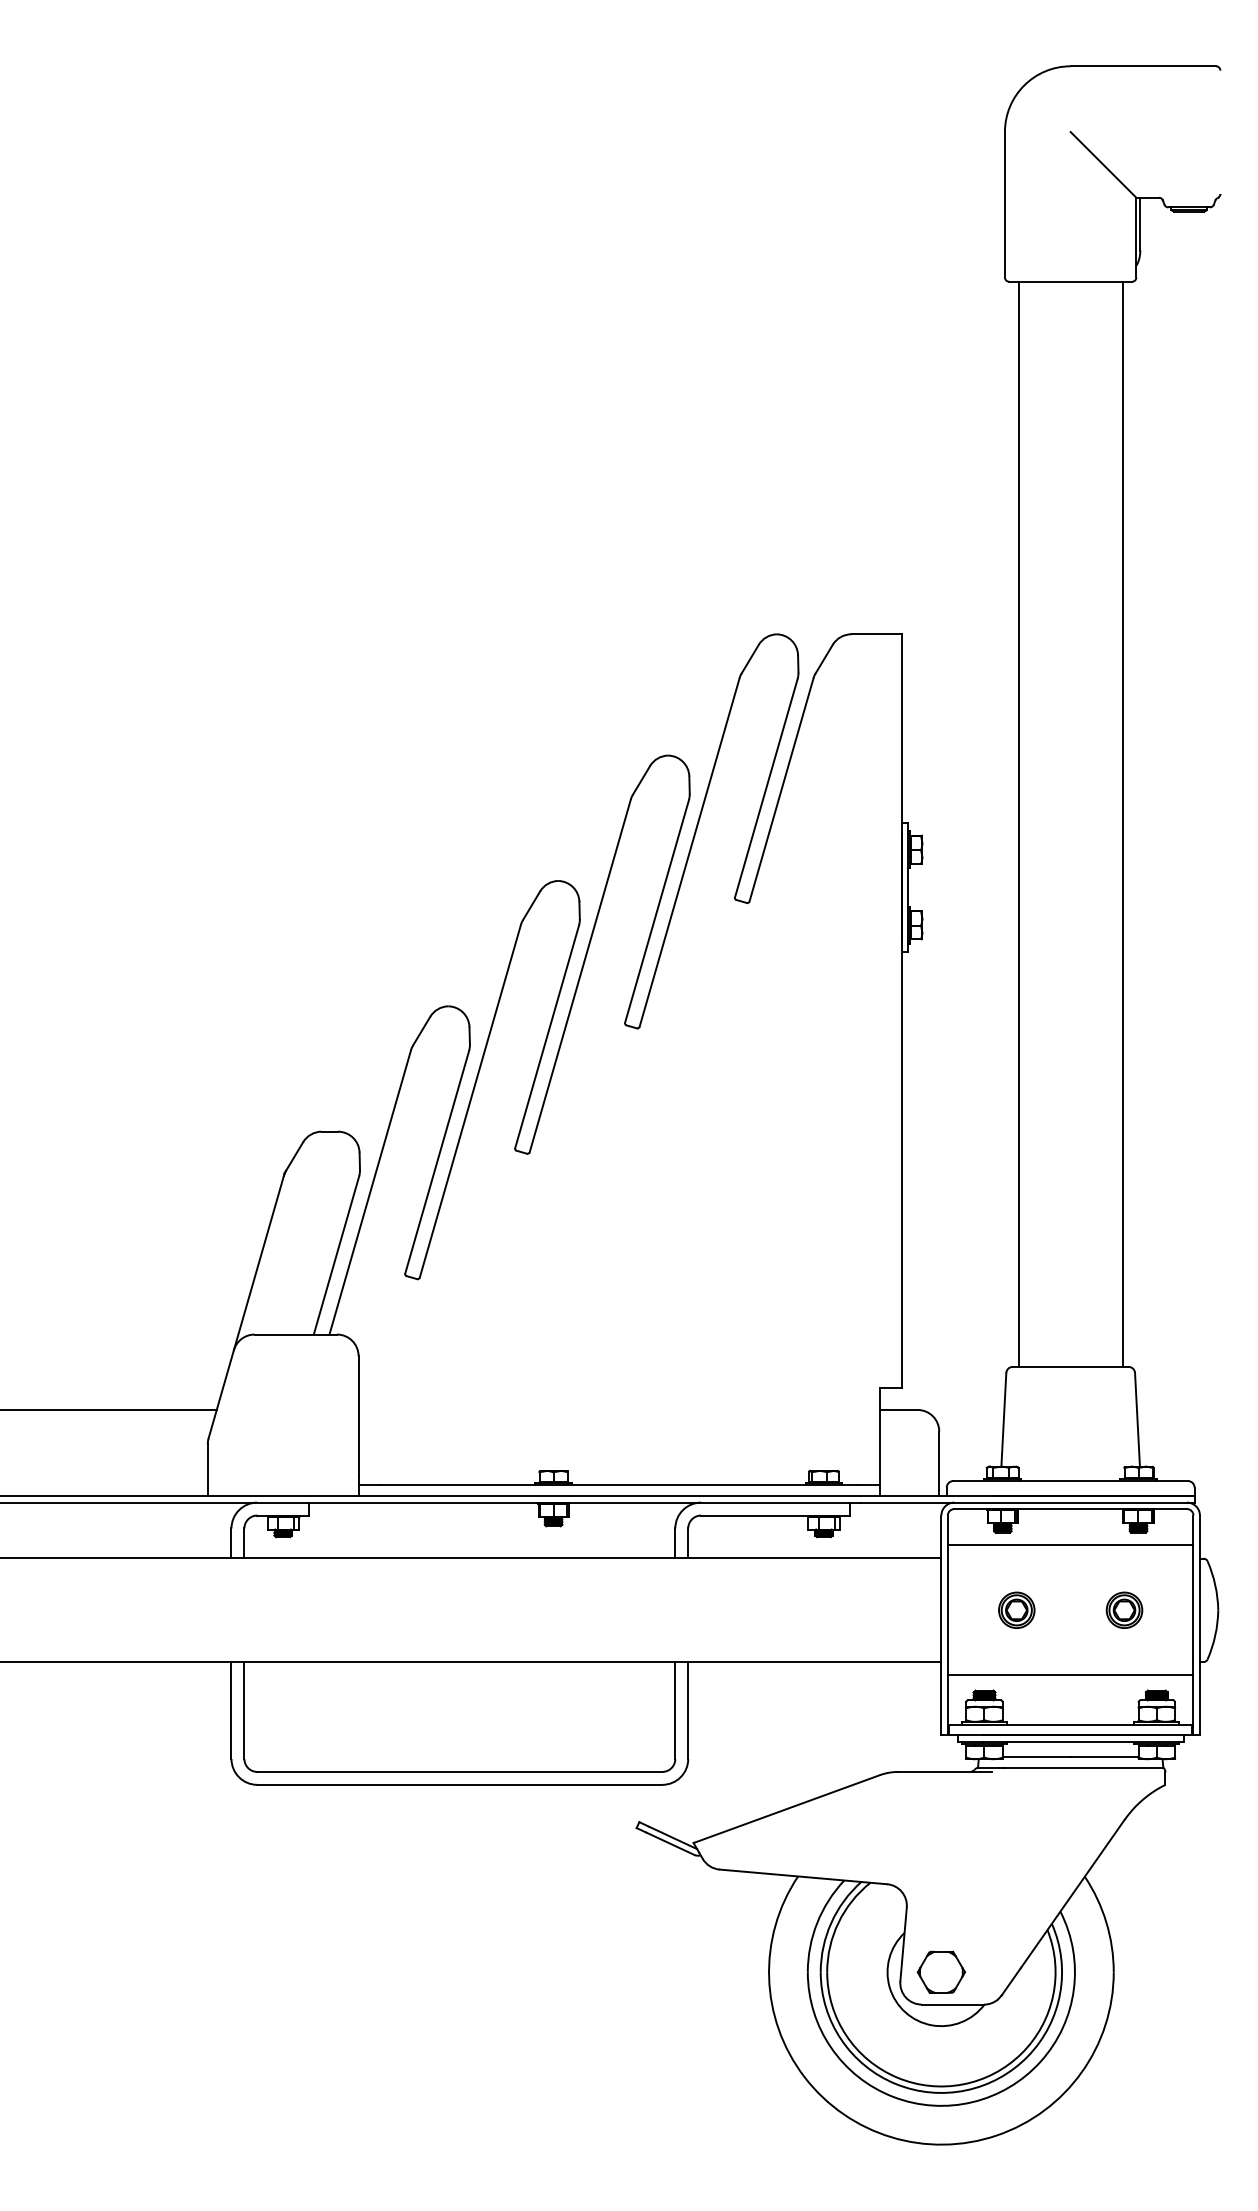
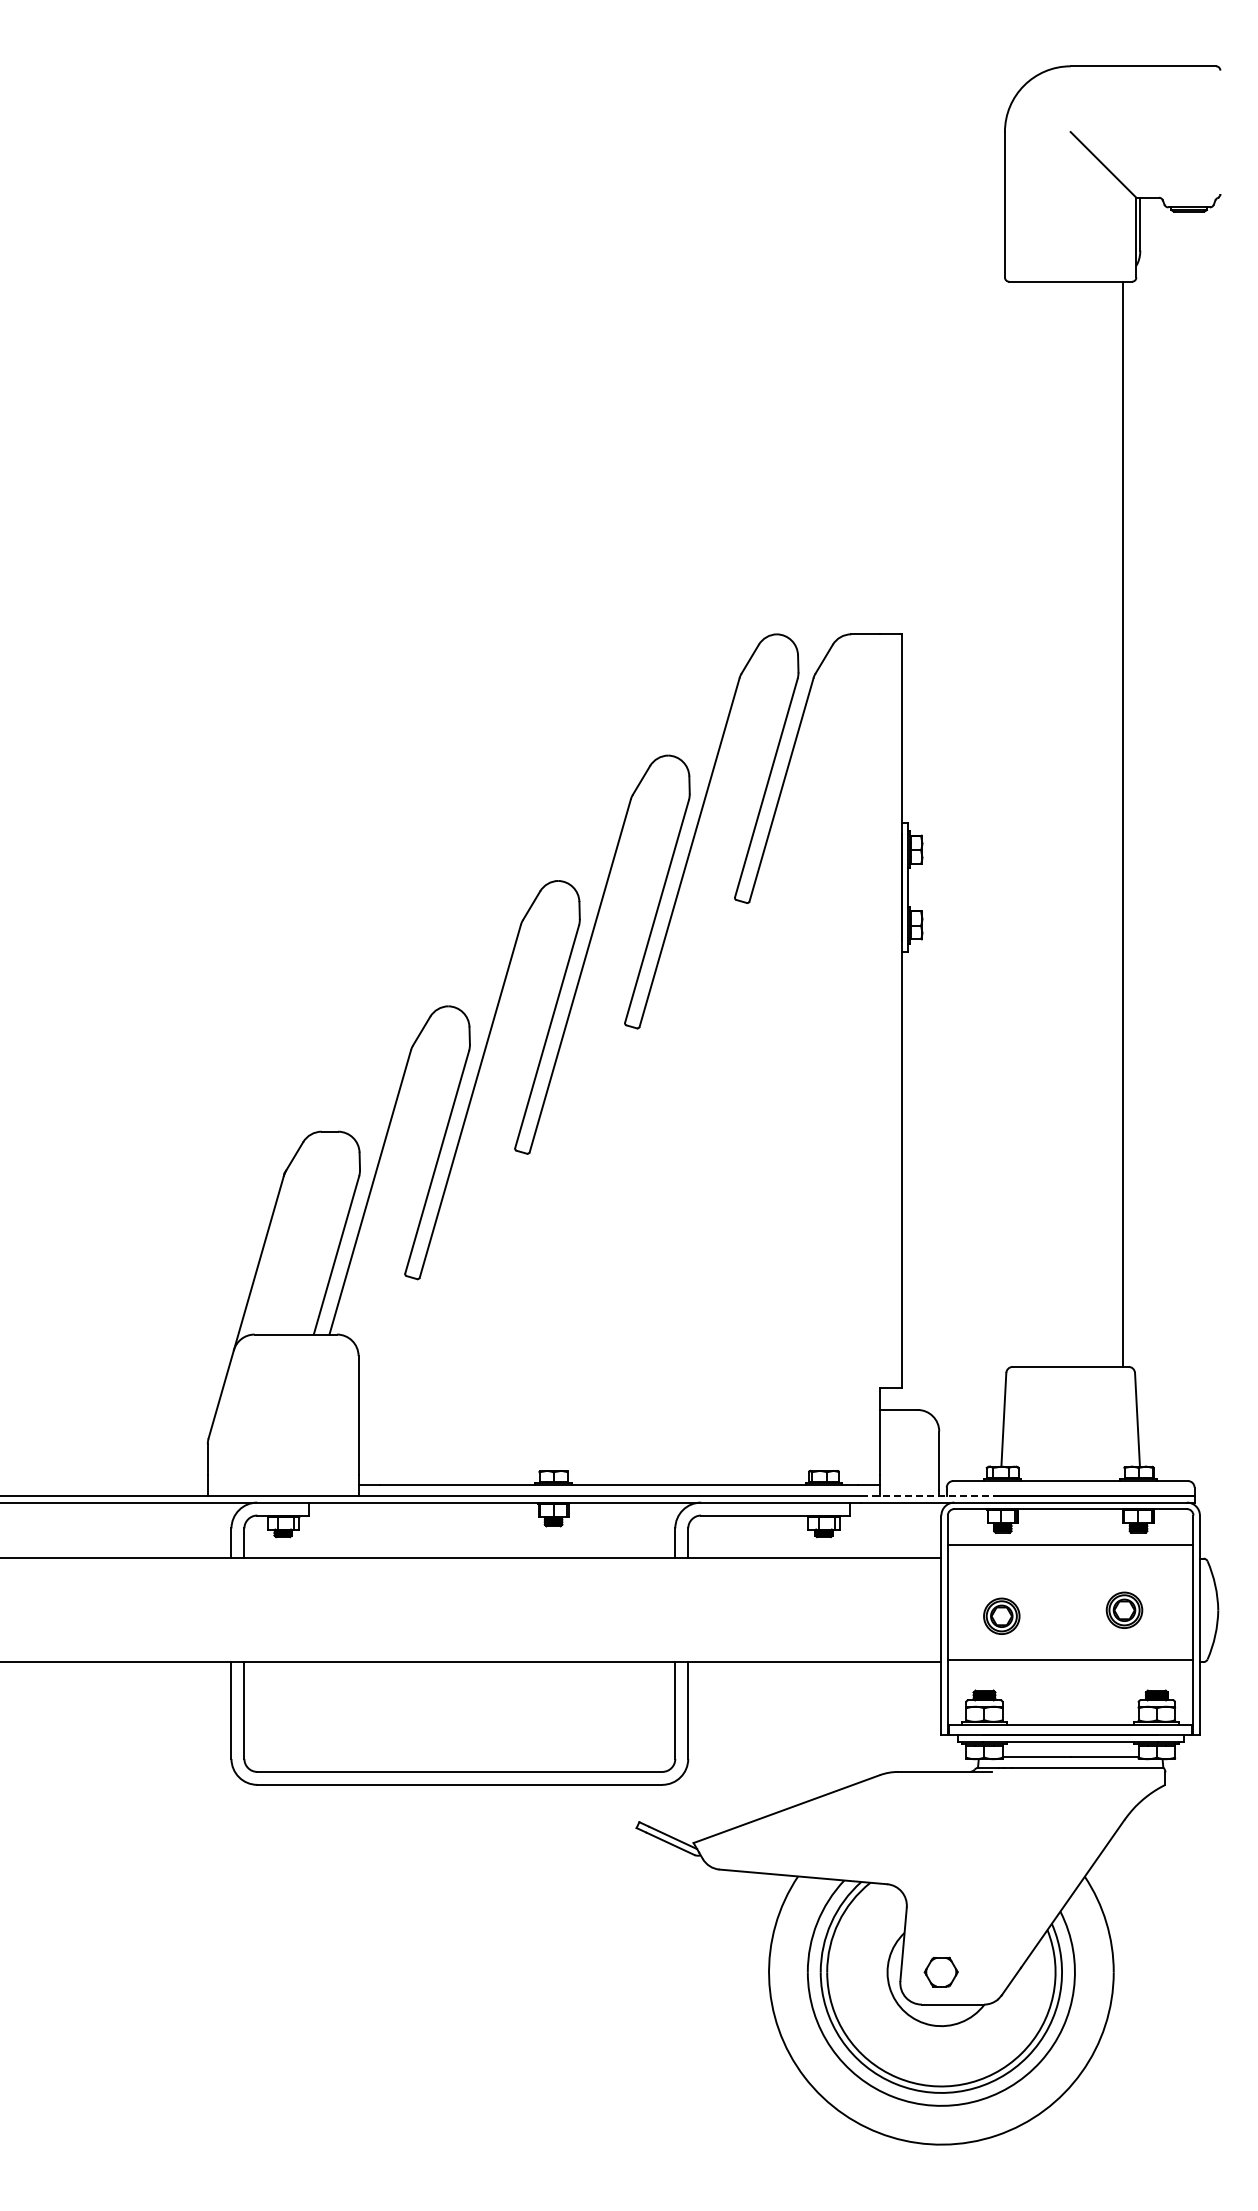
line at (1018, 823): present -> none
line at (109, 1409): present -> none
line at (928, 1496): solid -> dashed
part at (1016, 1609) position: (1016, 1609) -> (1001, 1615)
line at (1070, 1675) position: (1070, 1675) -> (1070, 1660)
part at (940, 1971) size: 50x44 px -> 36x32 px
